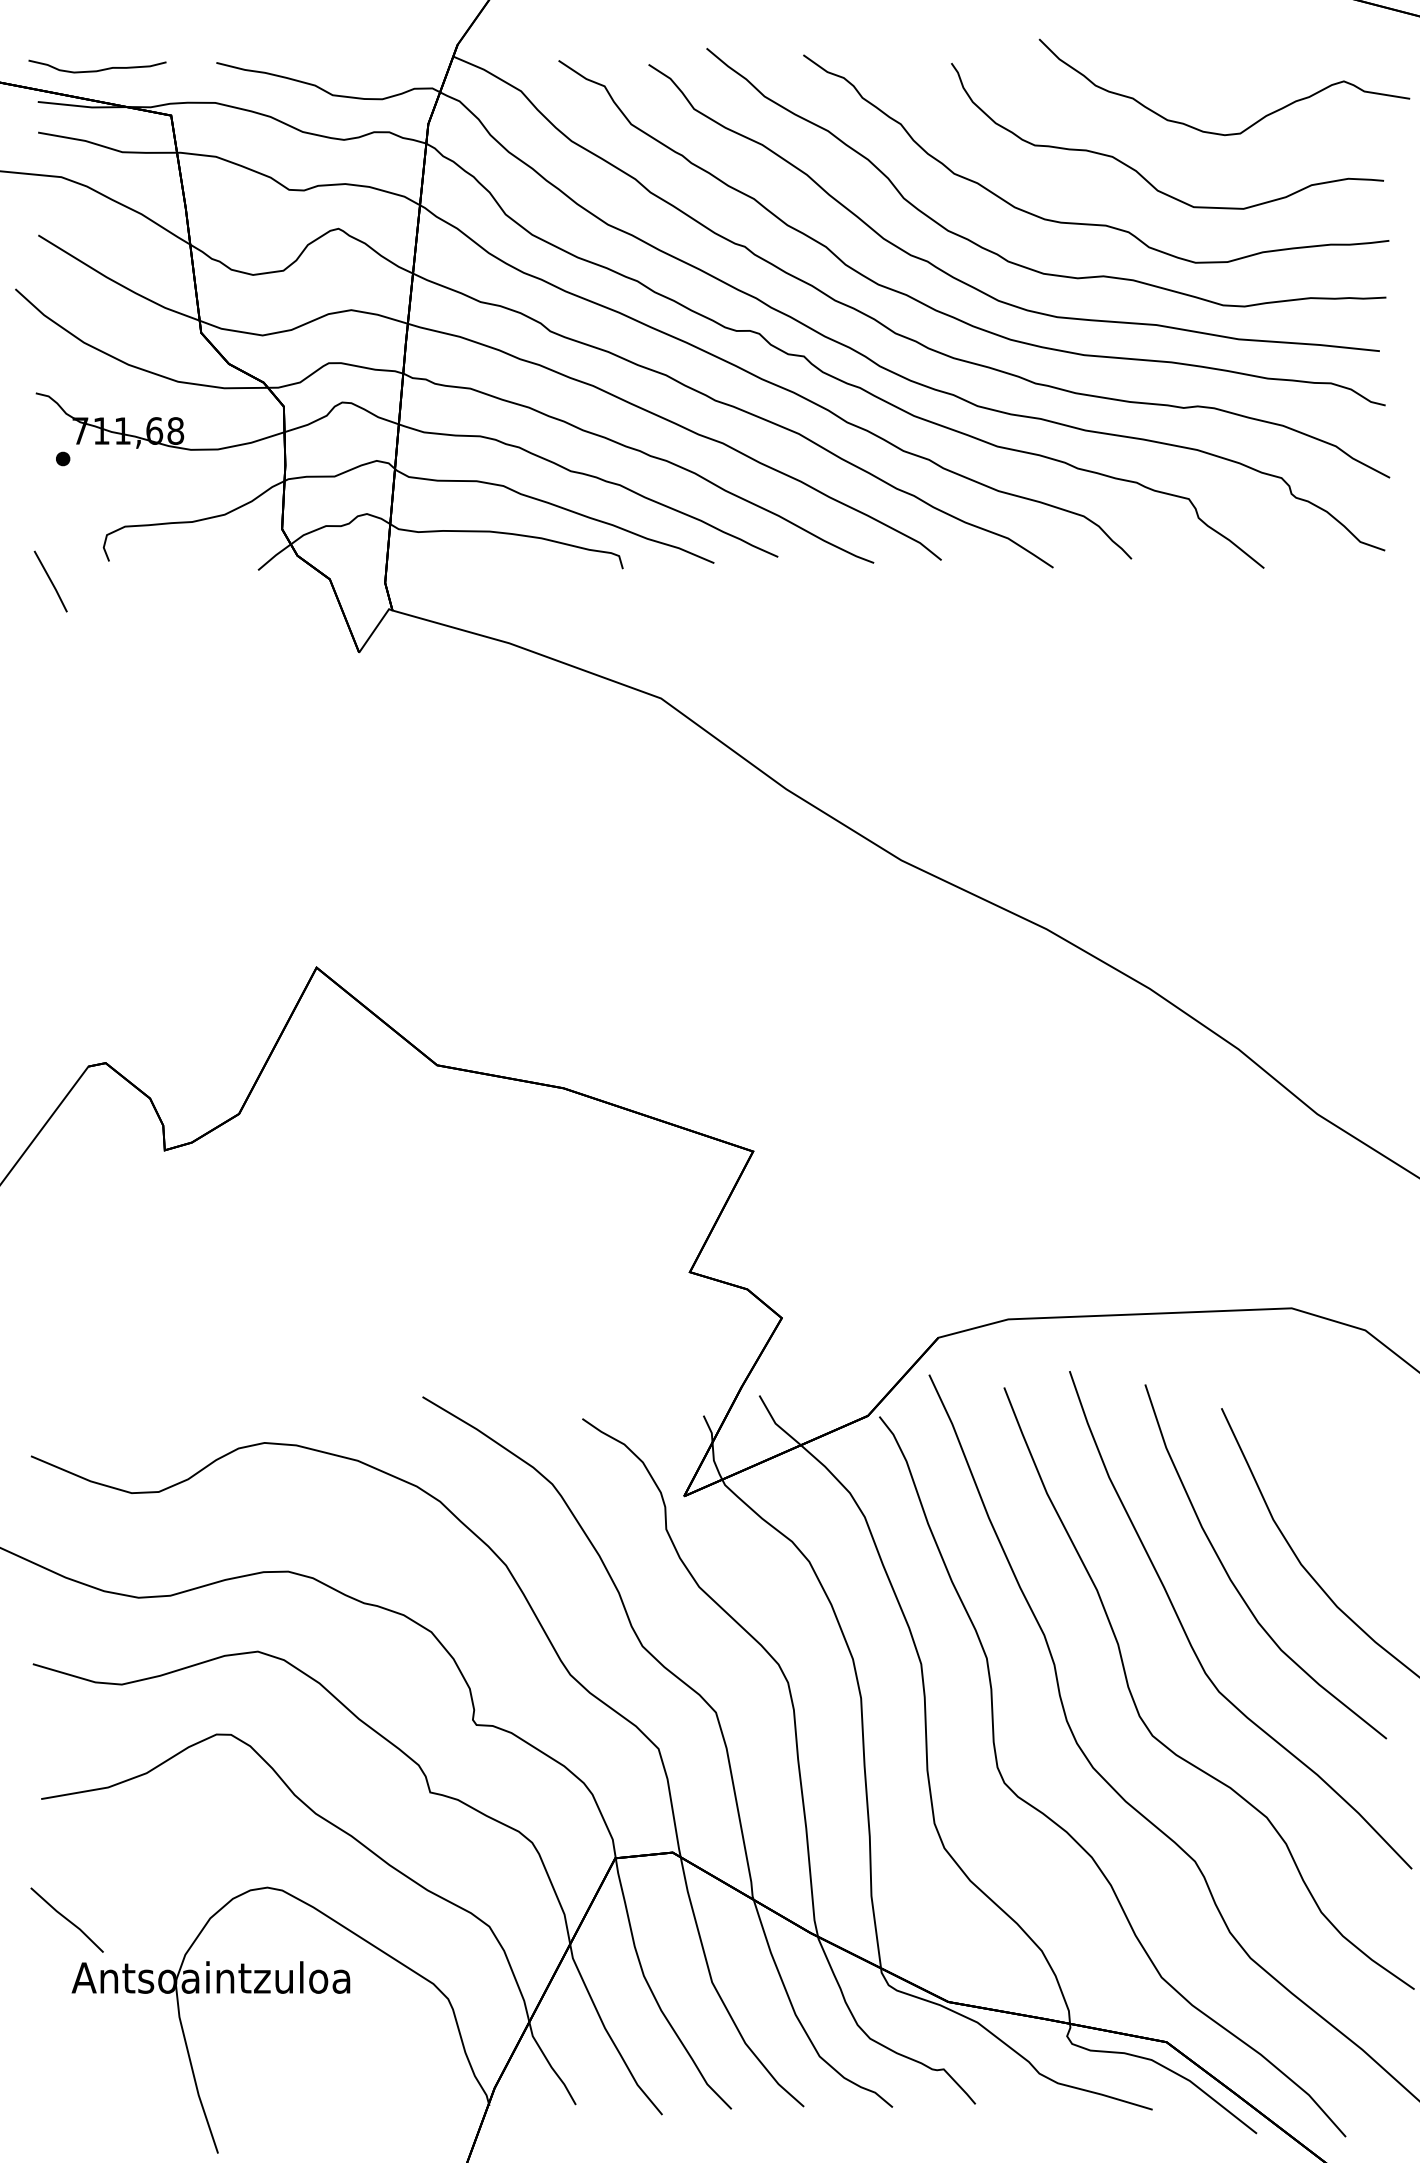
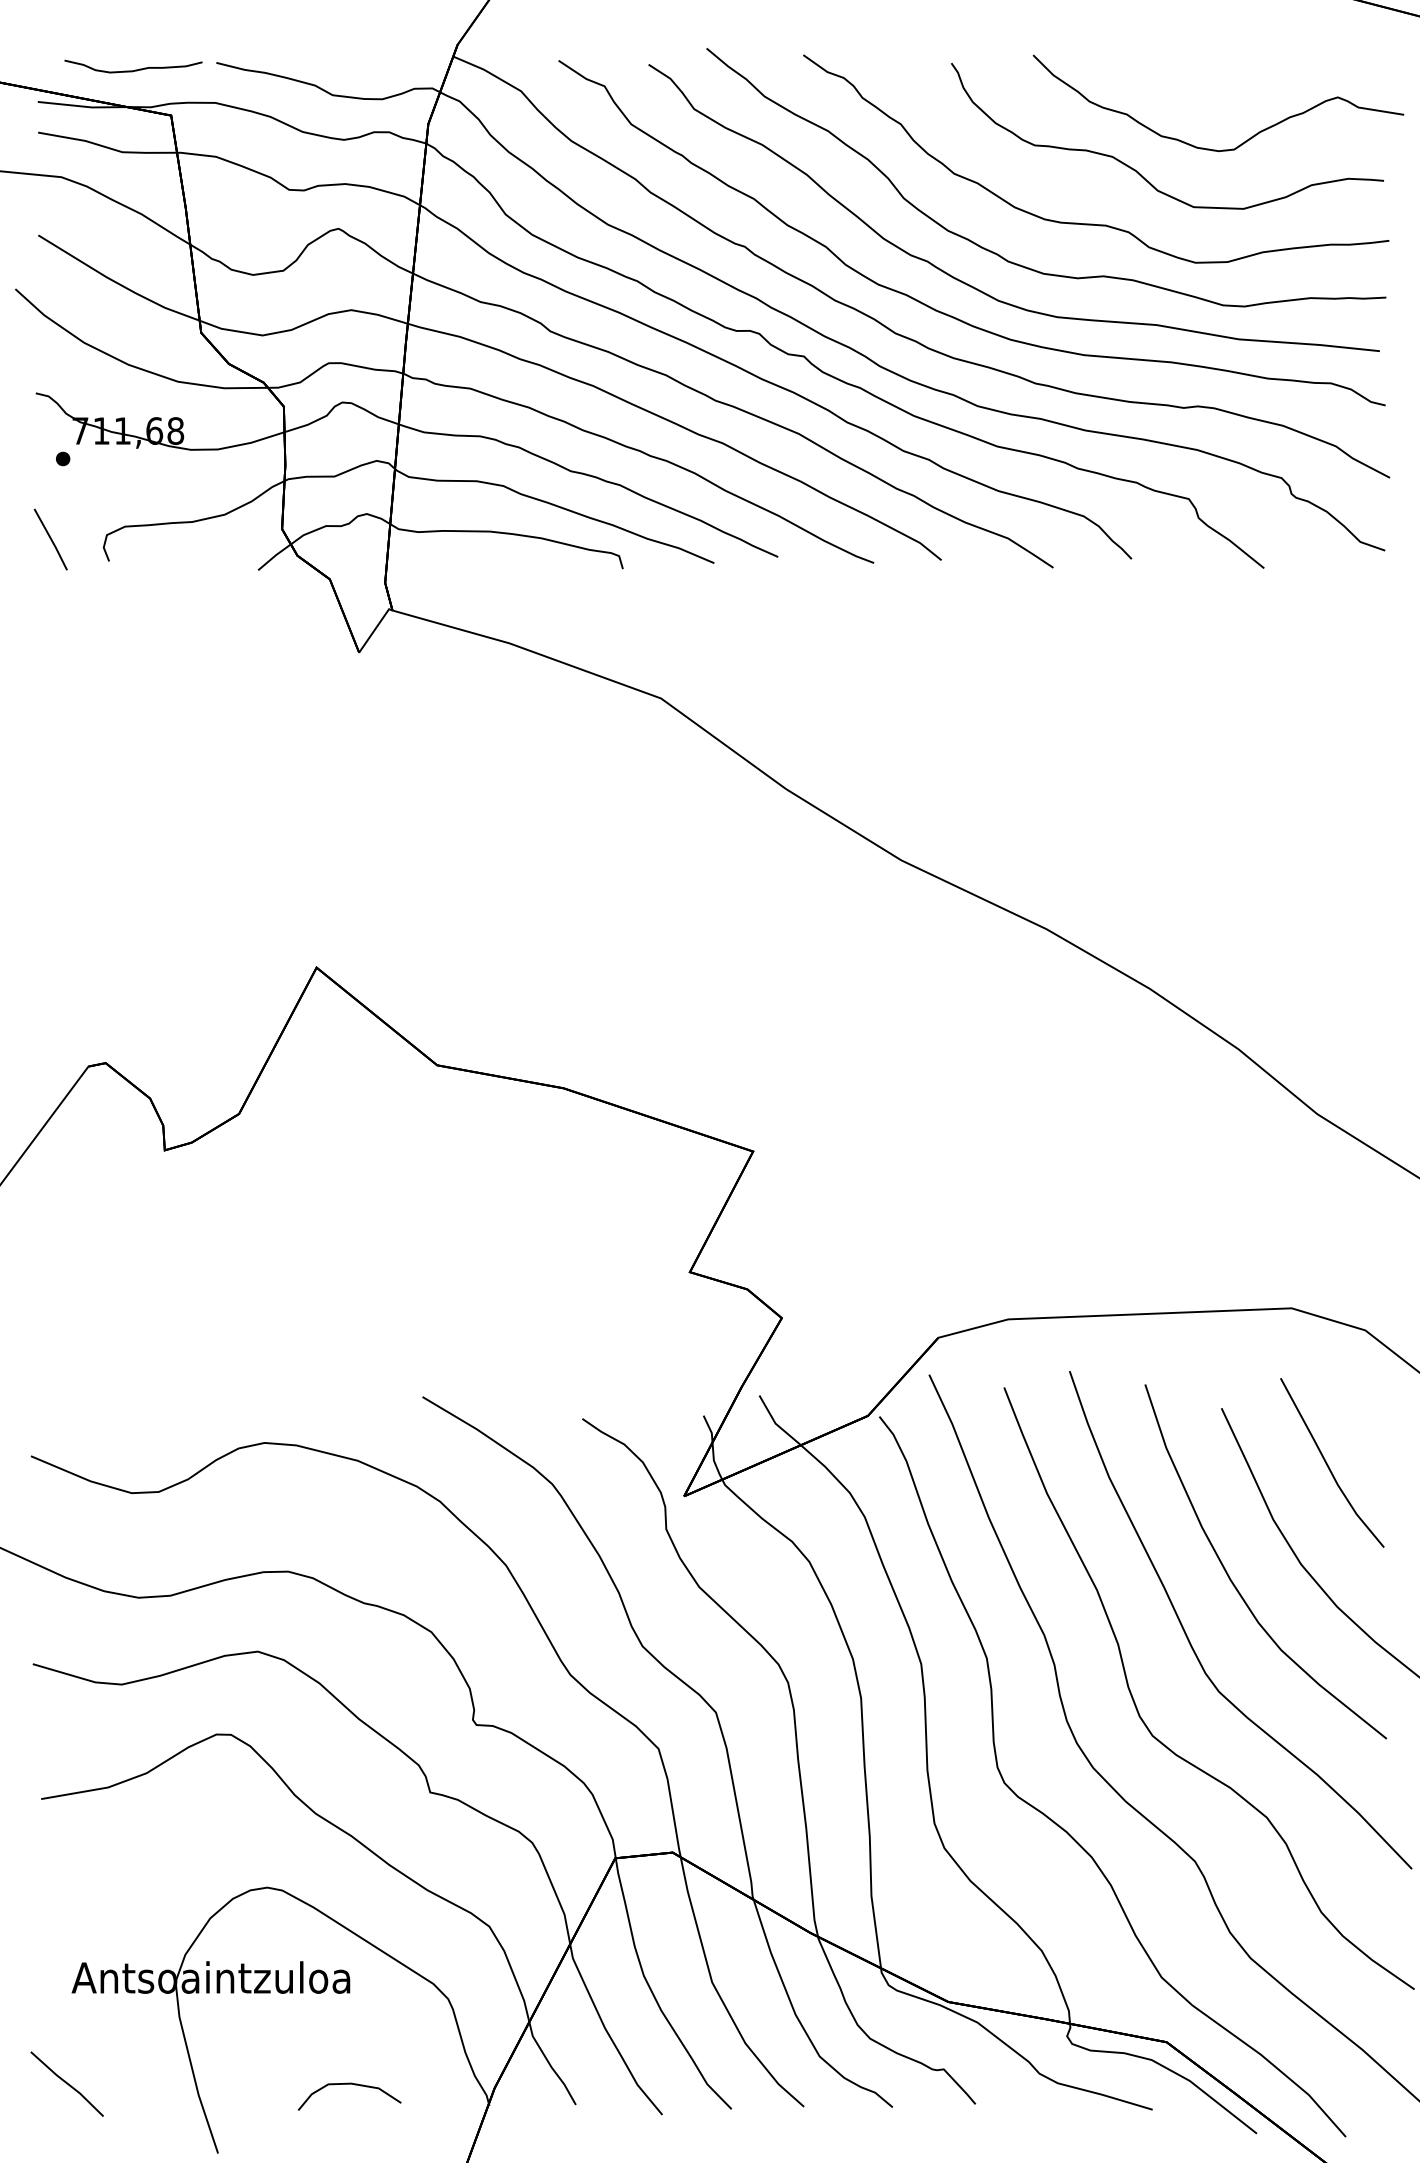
curve at (99, 69) position: (99, 69) -> (135, 69)
curve at (1248, 126) position: (1248, 126) -> (1242, 142)
line at (50, 581) position: (50, 581) -> (50, 539)
line at (1328, 1464): none -> present
line at (66, 1919) position: (66, 1919) -> (66, 2083)
part at (349, 2084): none -> present
